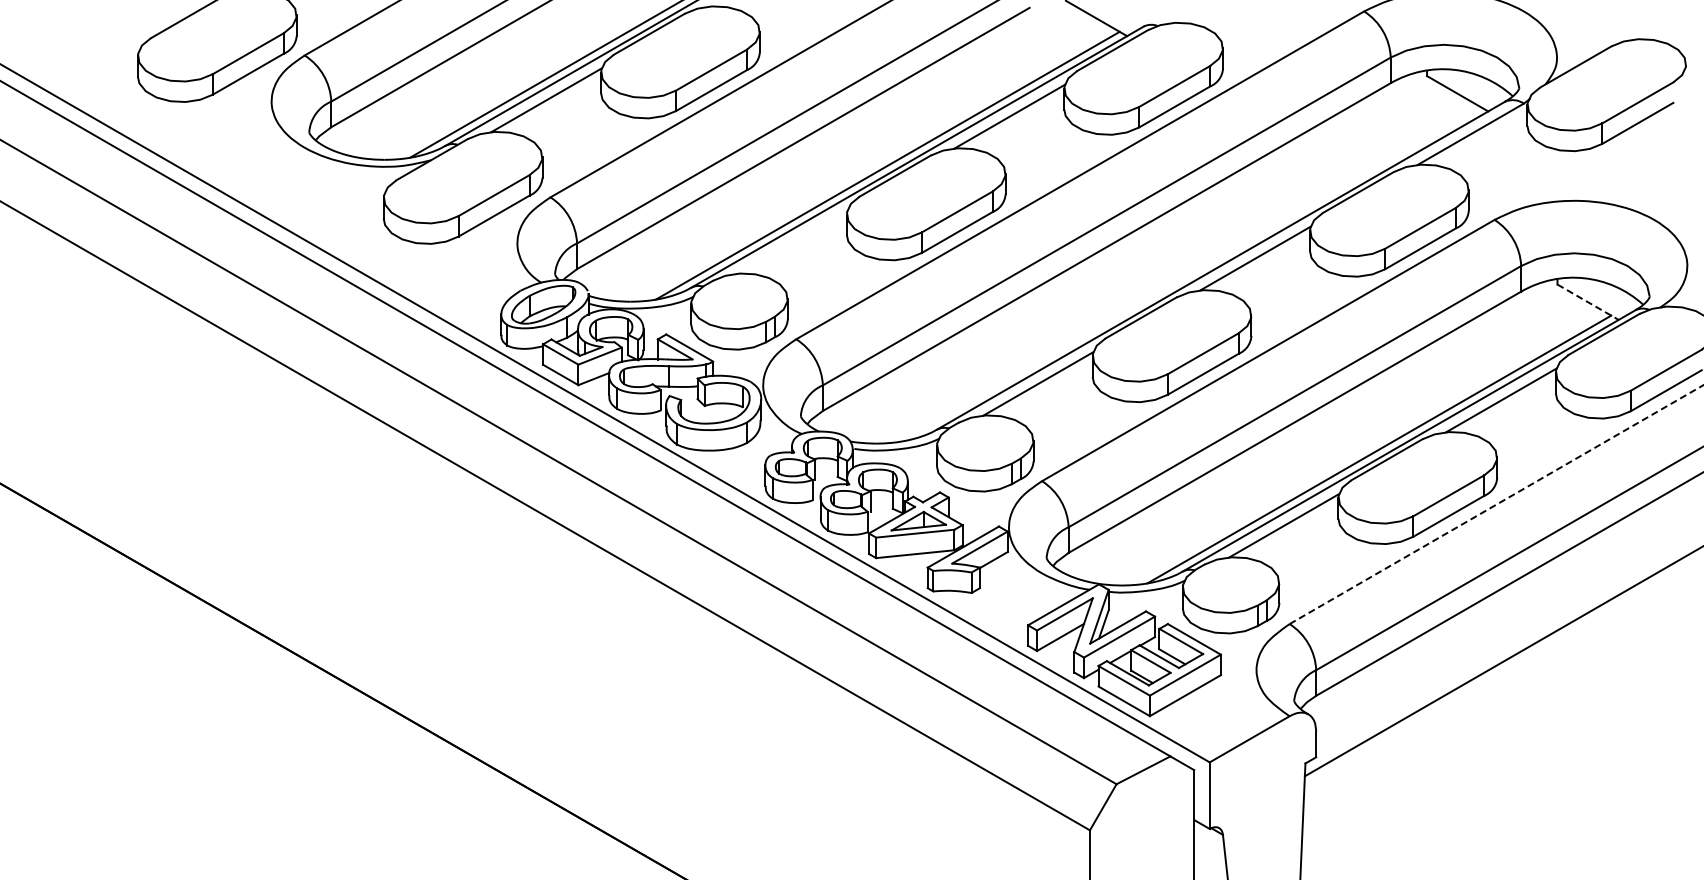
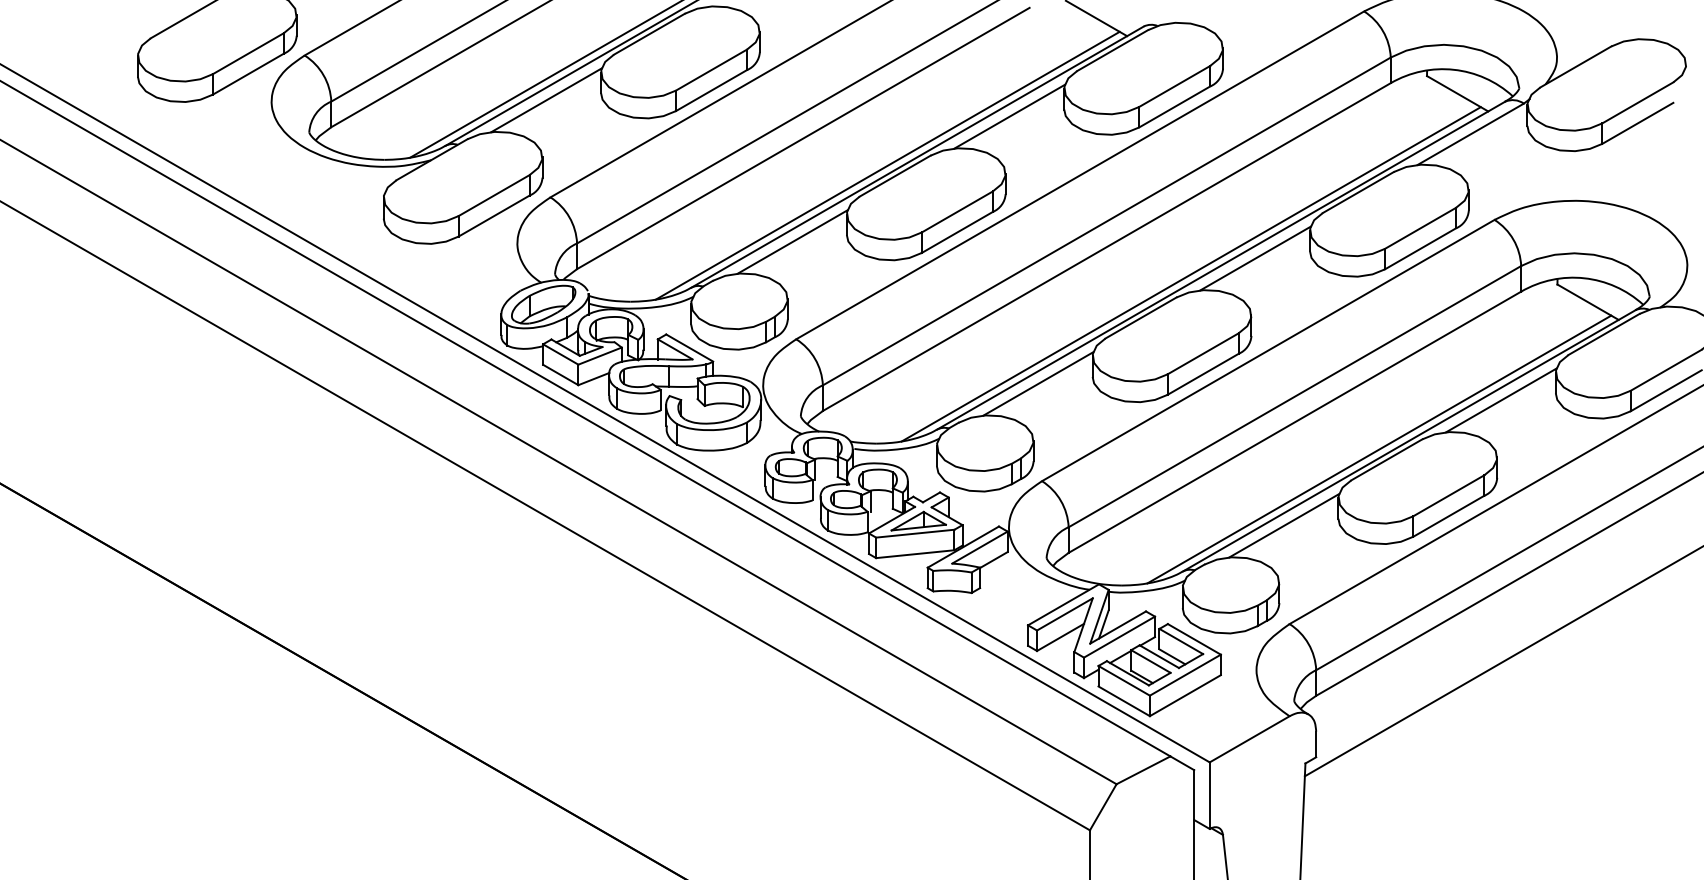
line at (792, 241): none -> present
line at (1190, 274): none -> present
line at (1588, 302): dashed -> solid
line at (1497, 504): dashed -> solid
